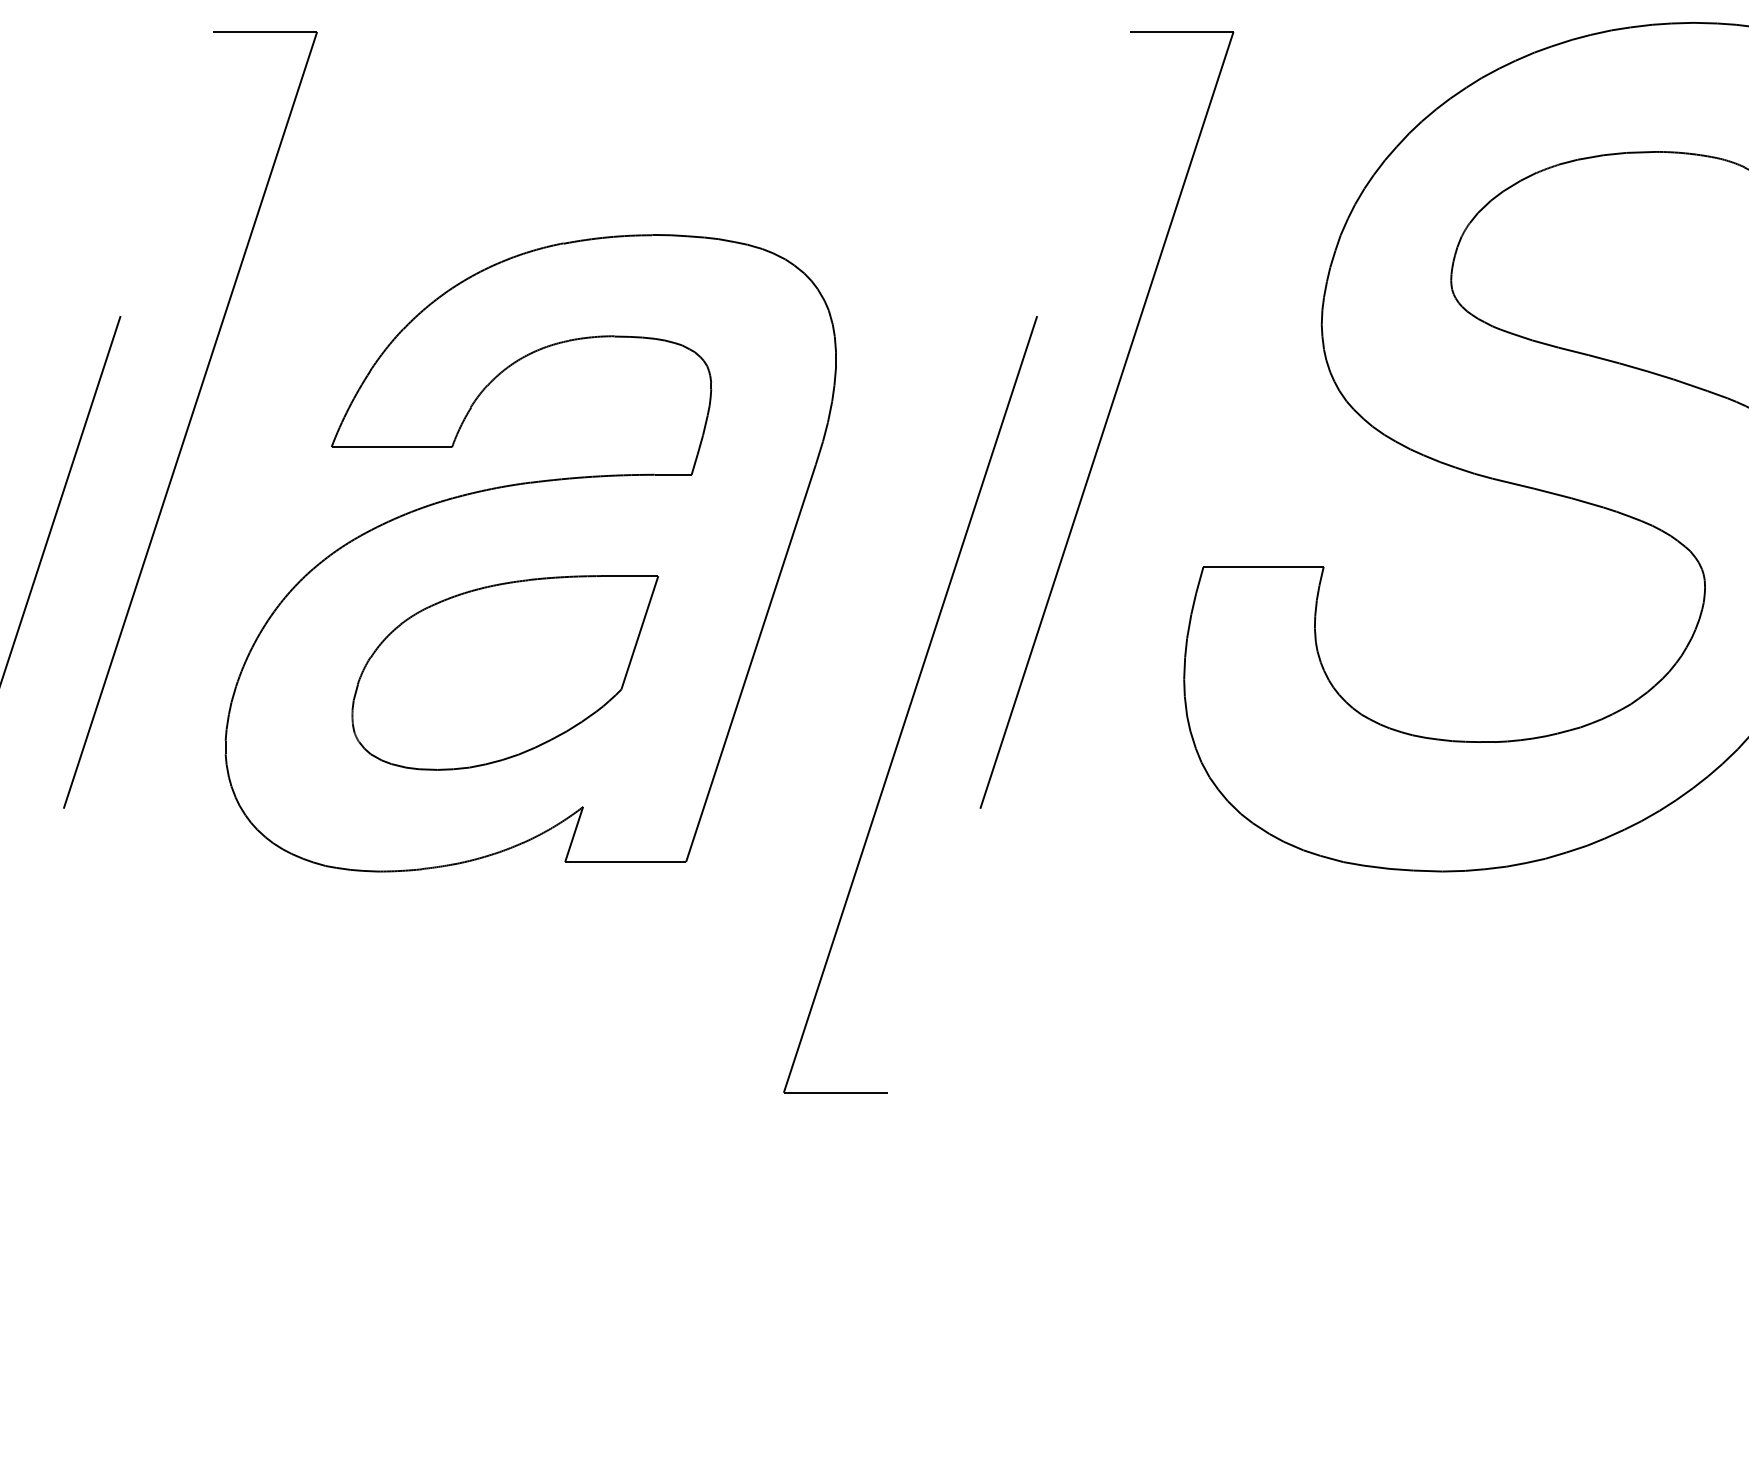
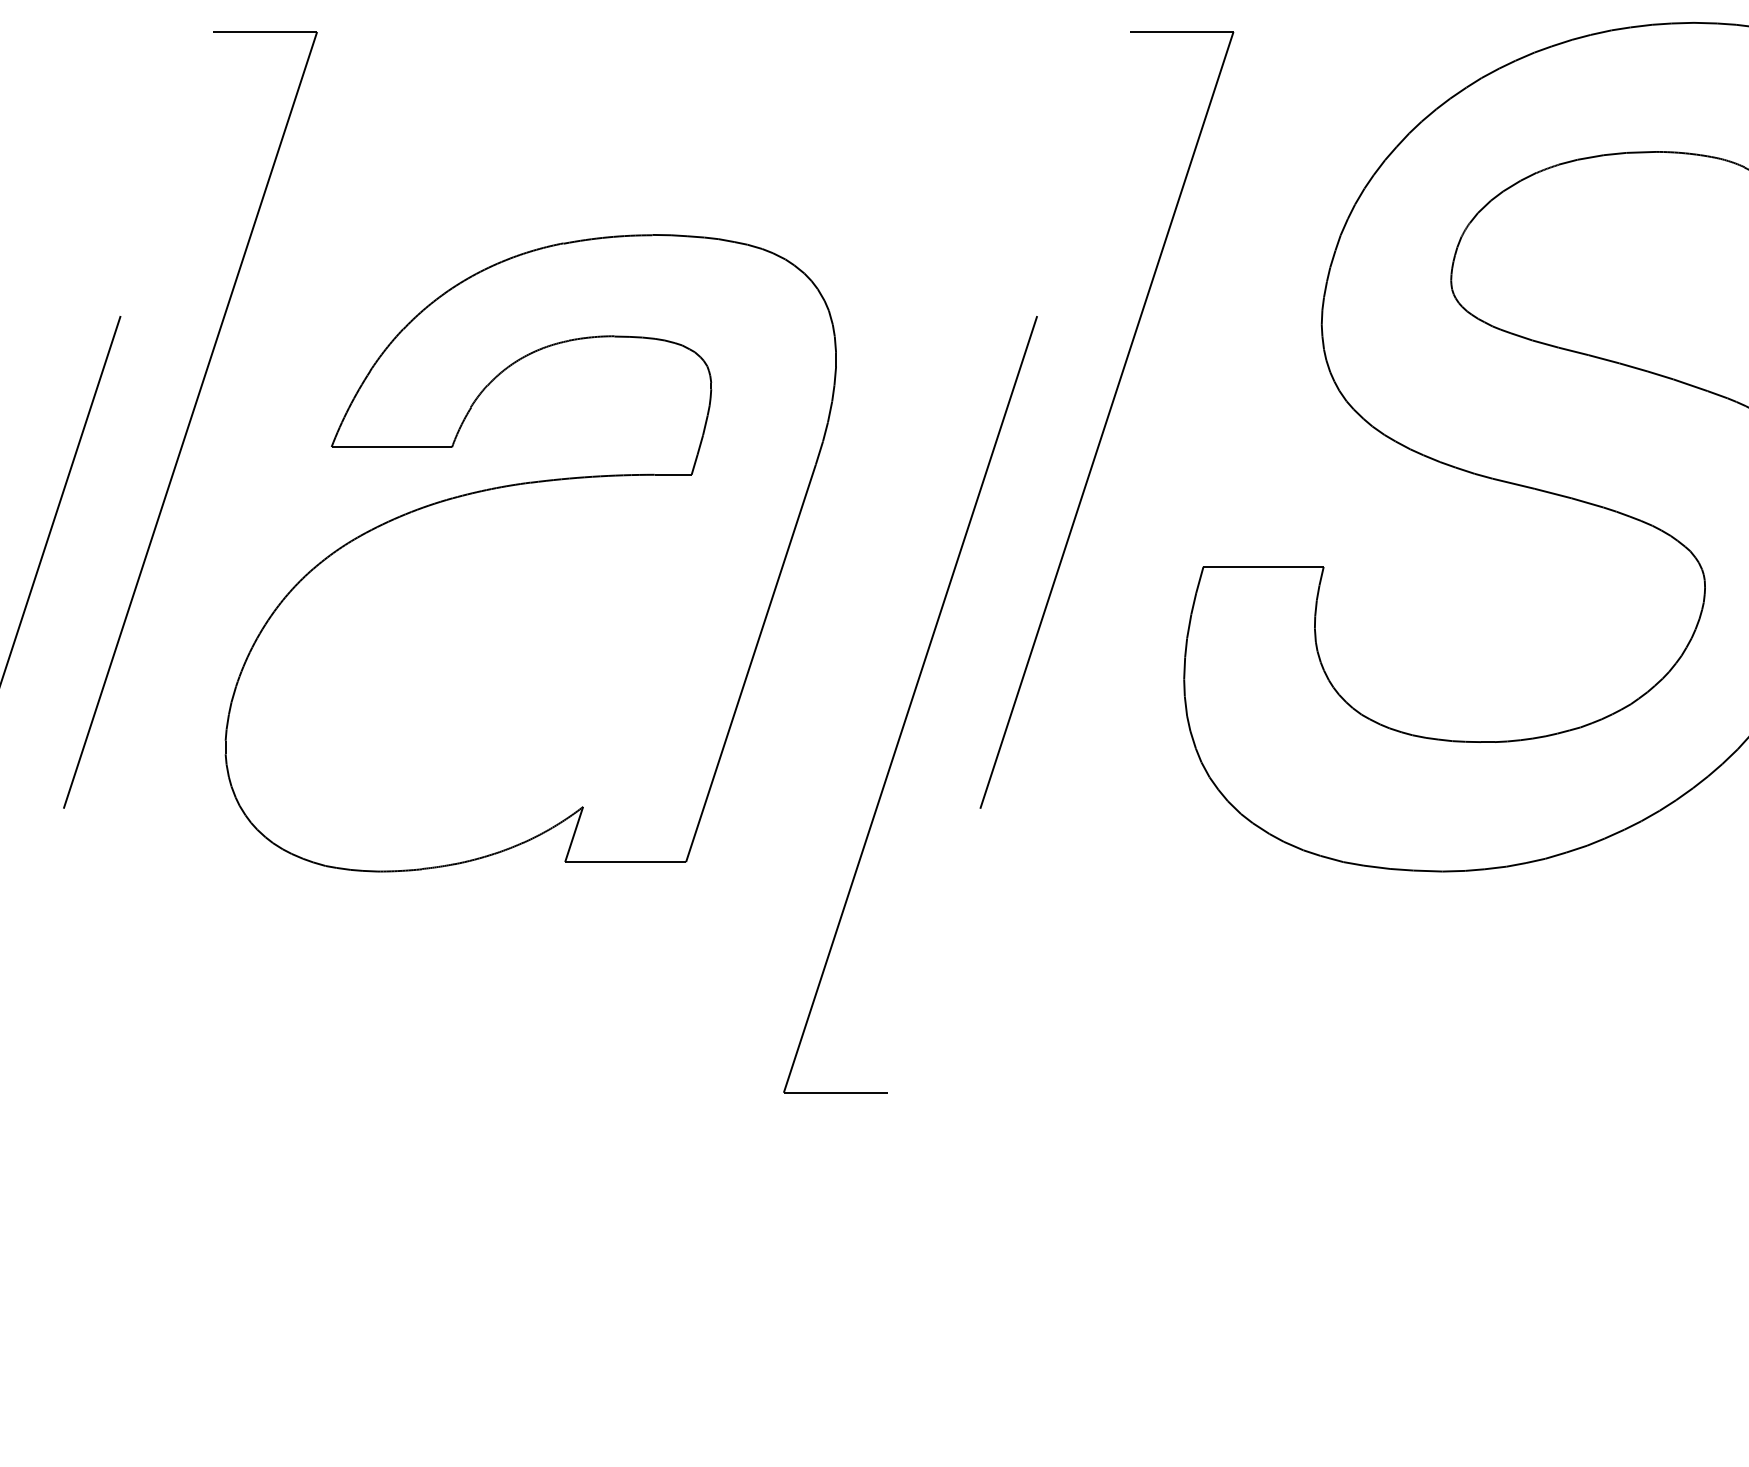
part at (504, 672): present -> none
